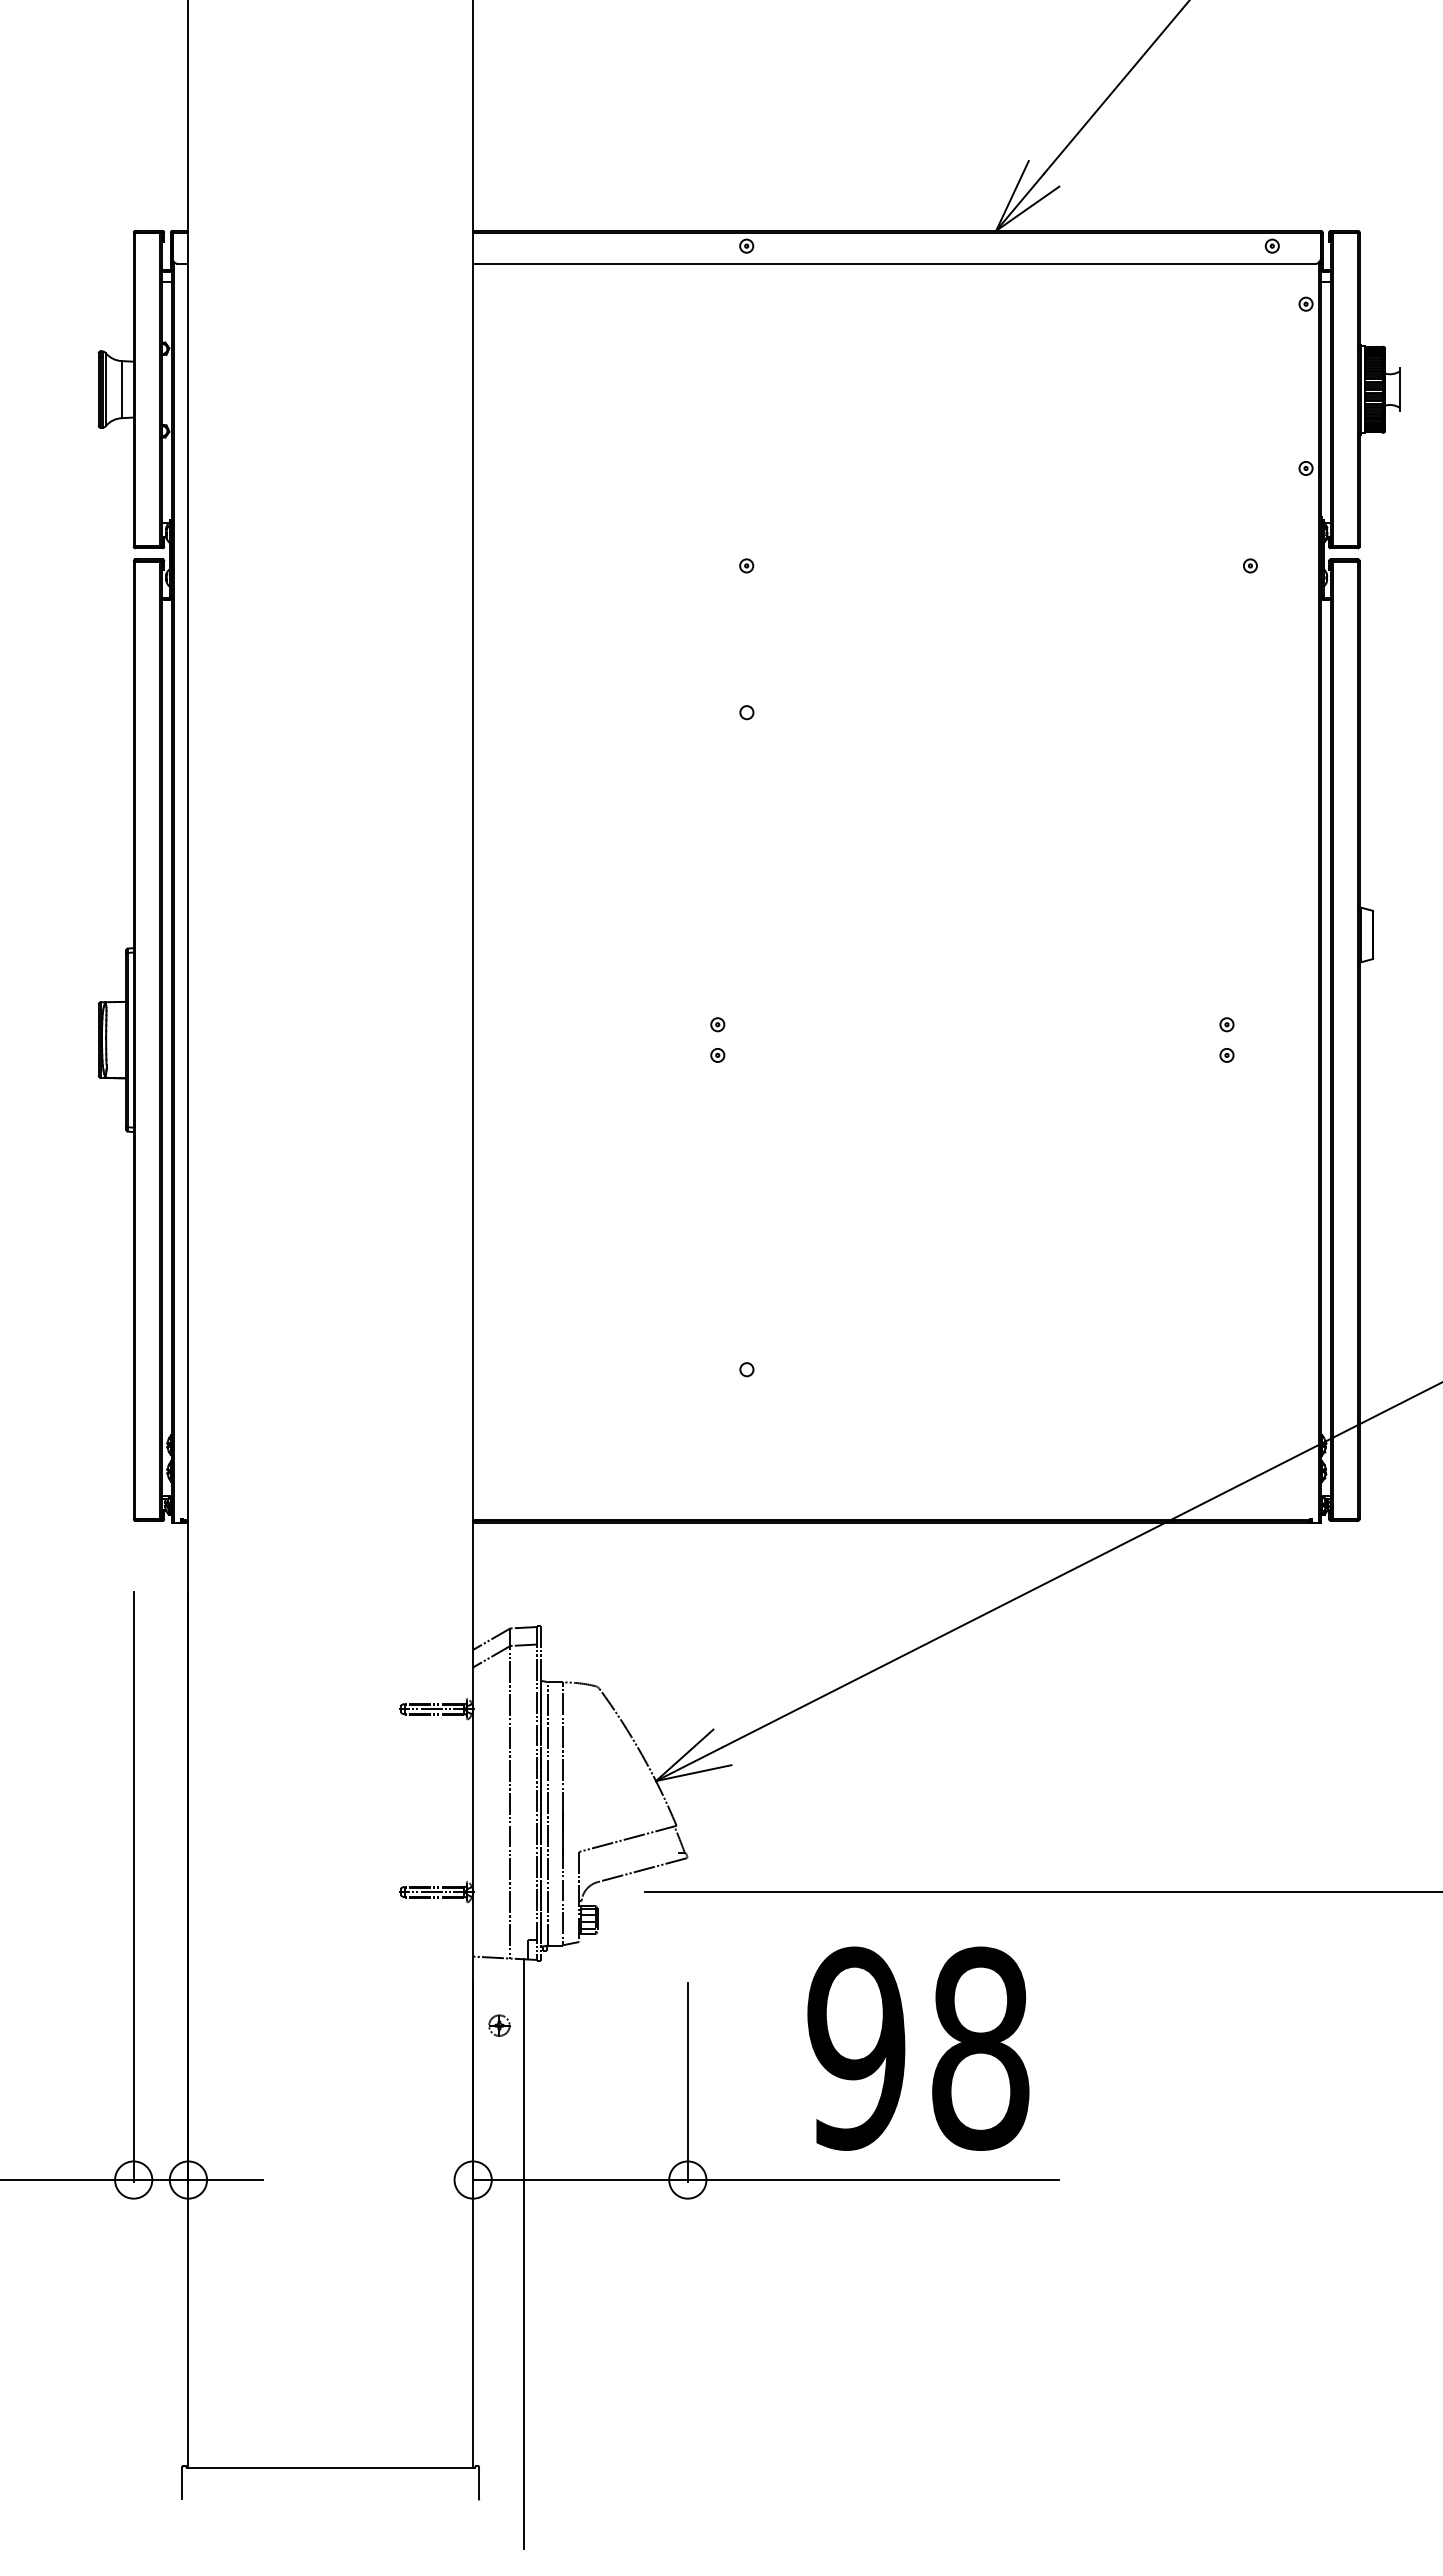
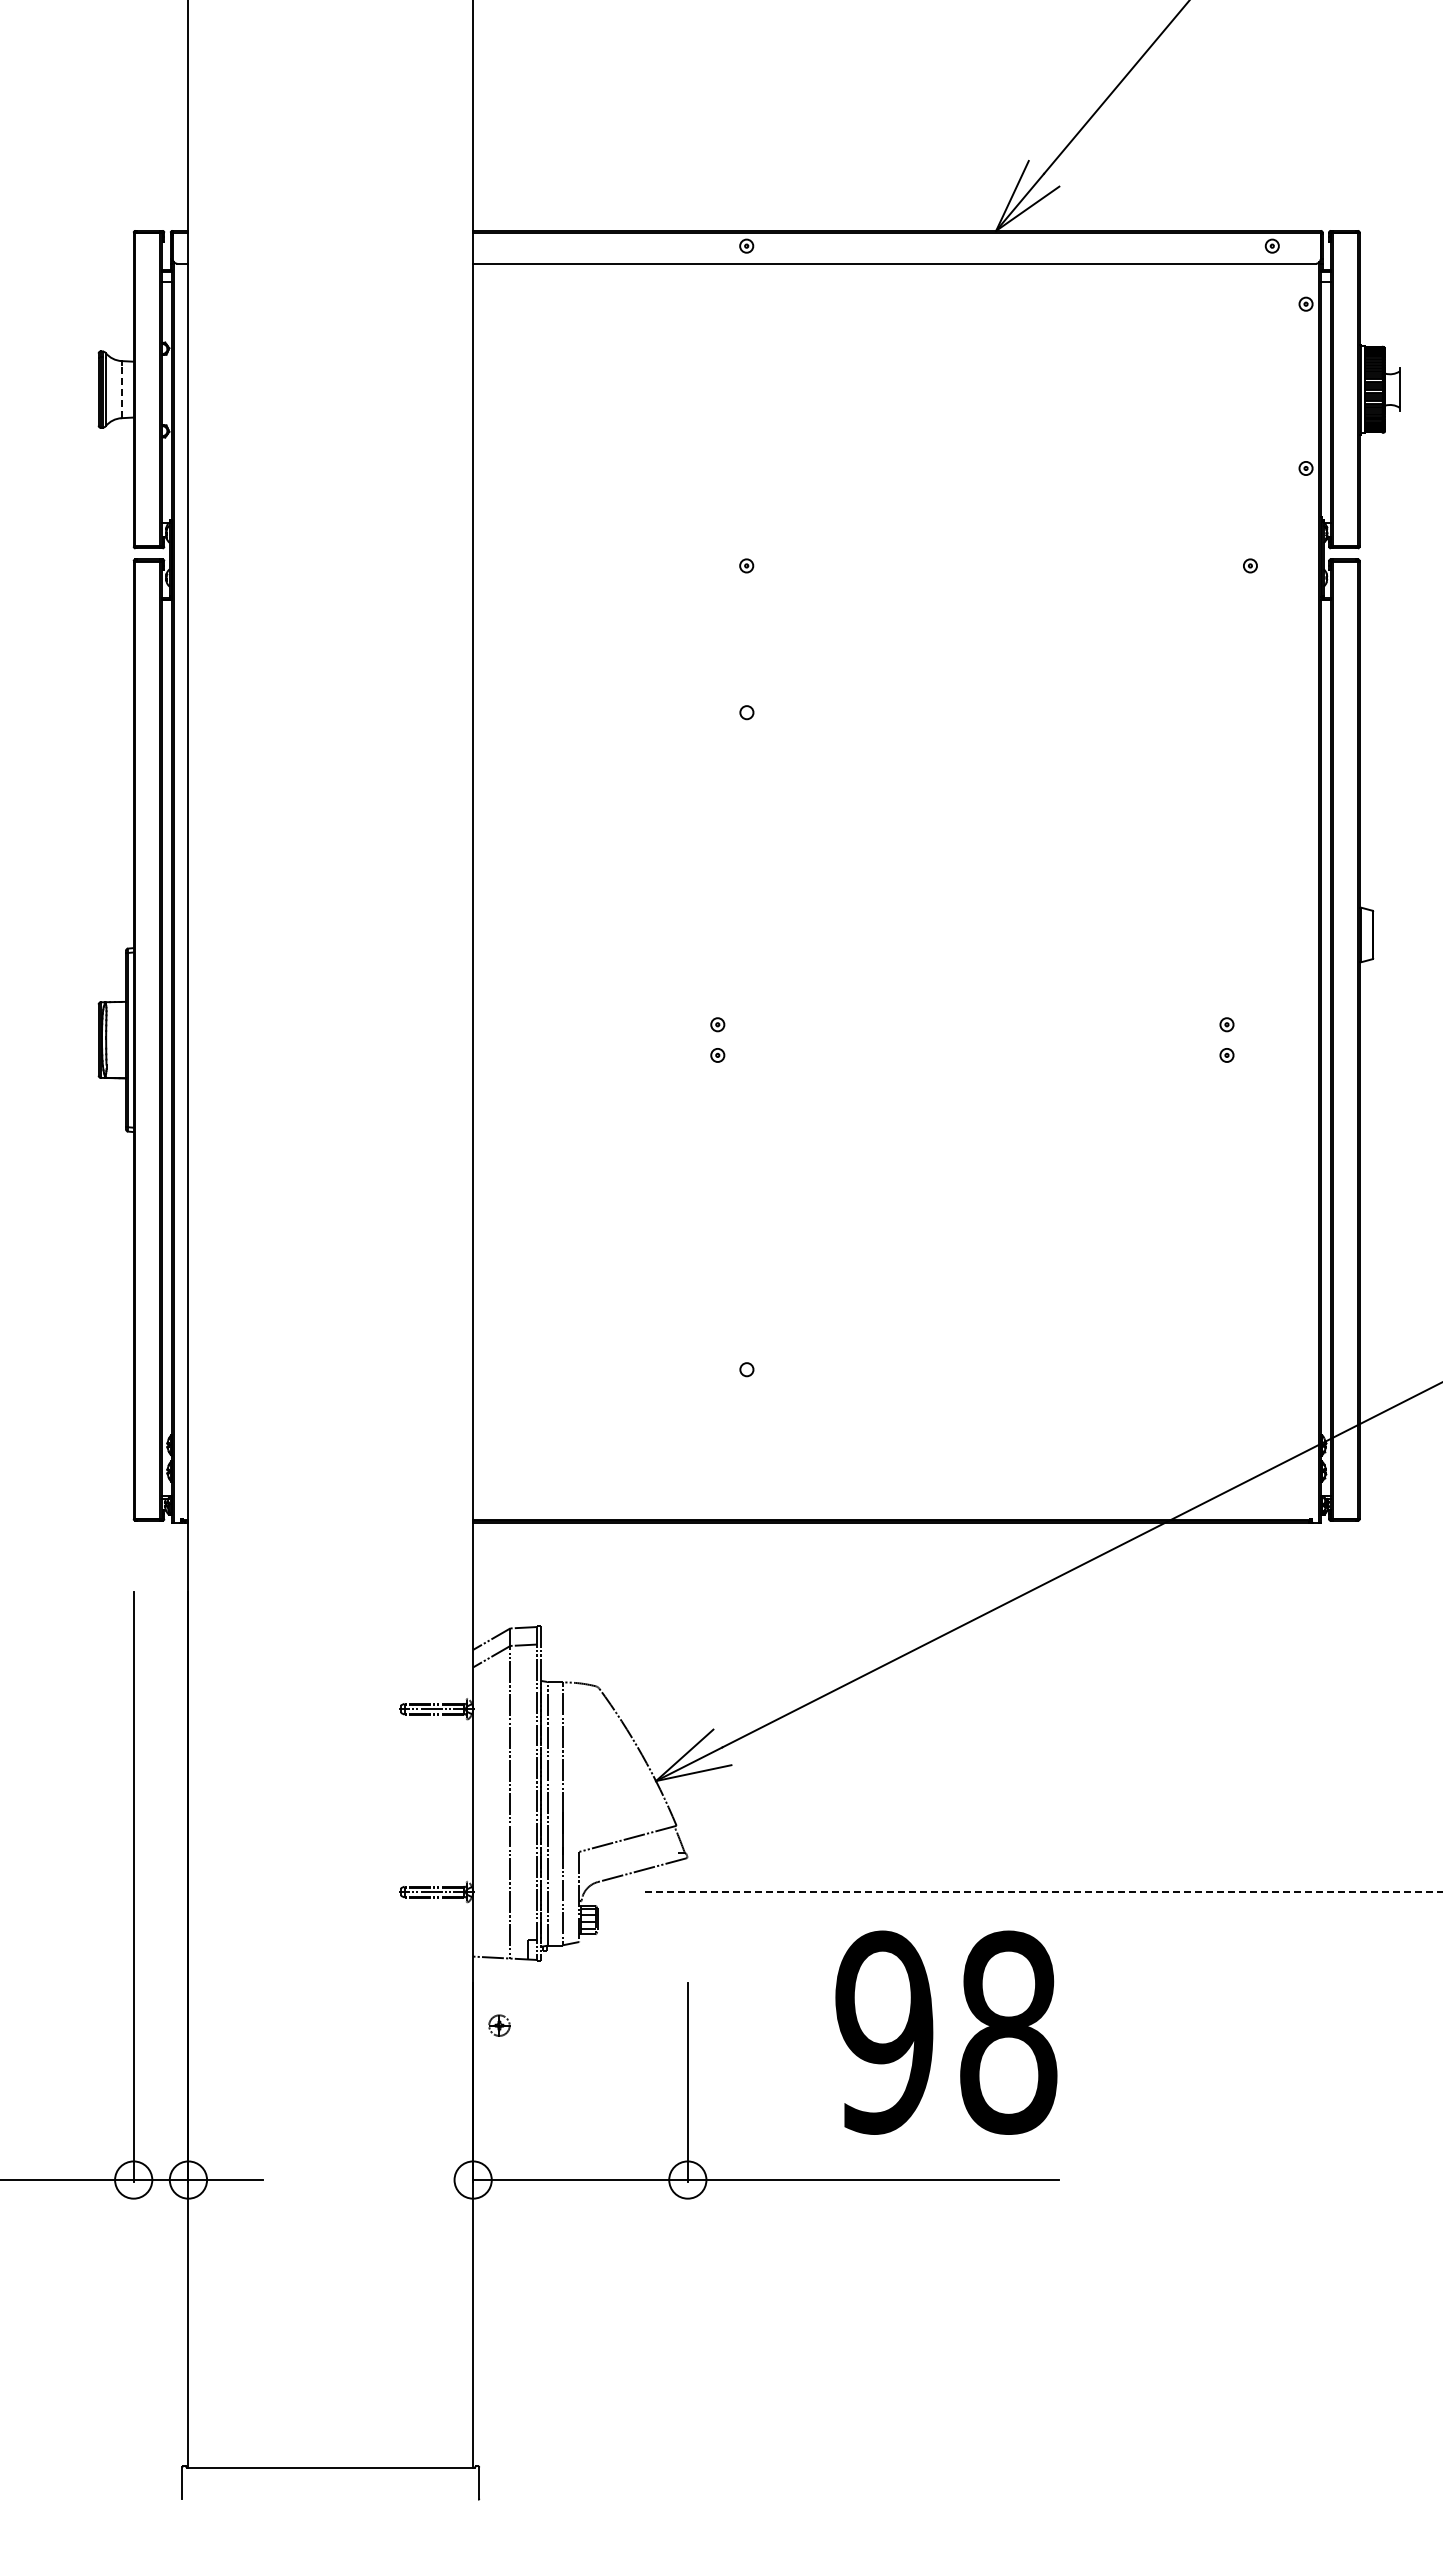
line at (121, 391): solid -> dashed
line at (1043, 1892): solid -> dashed
text at (918, 2048) position: (918, 2048) -> (946, 2032)
line at (524, 2254): present -> none
